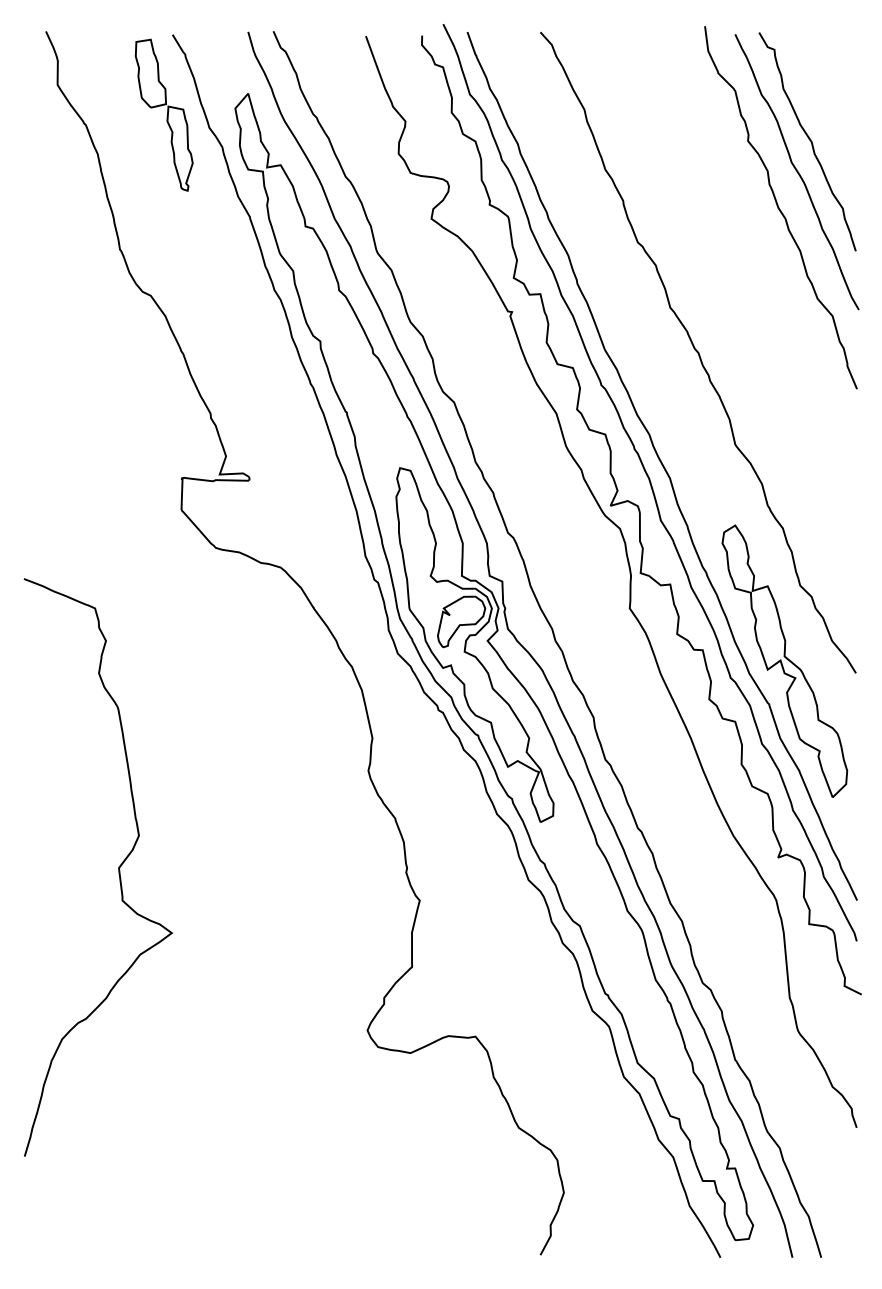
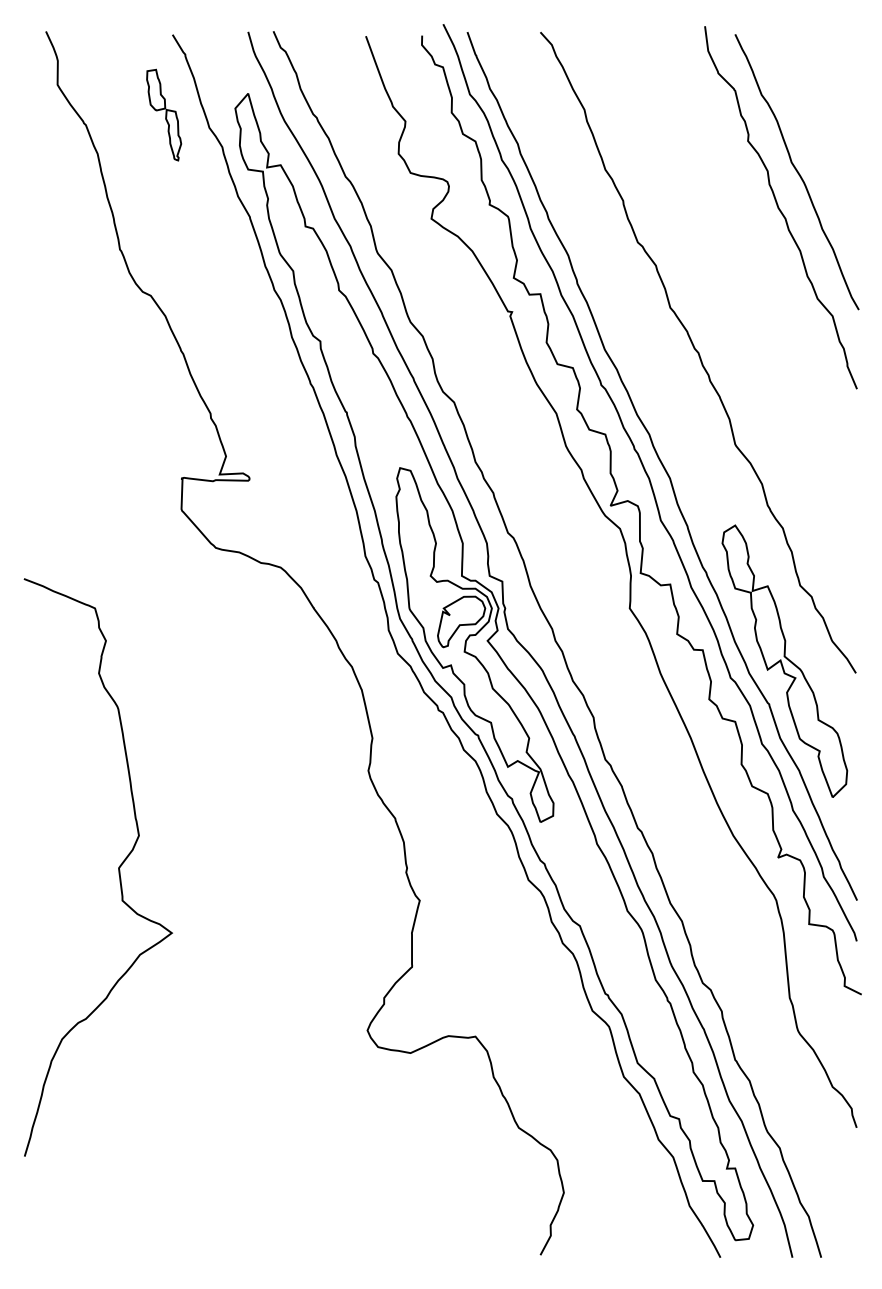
part at (163, 114) size: 60x154 px -> 37x94 px
curve at (808, 139): present -> none
